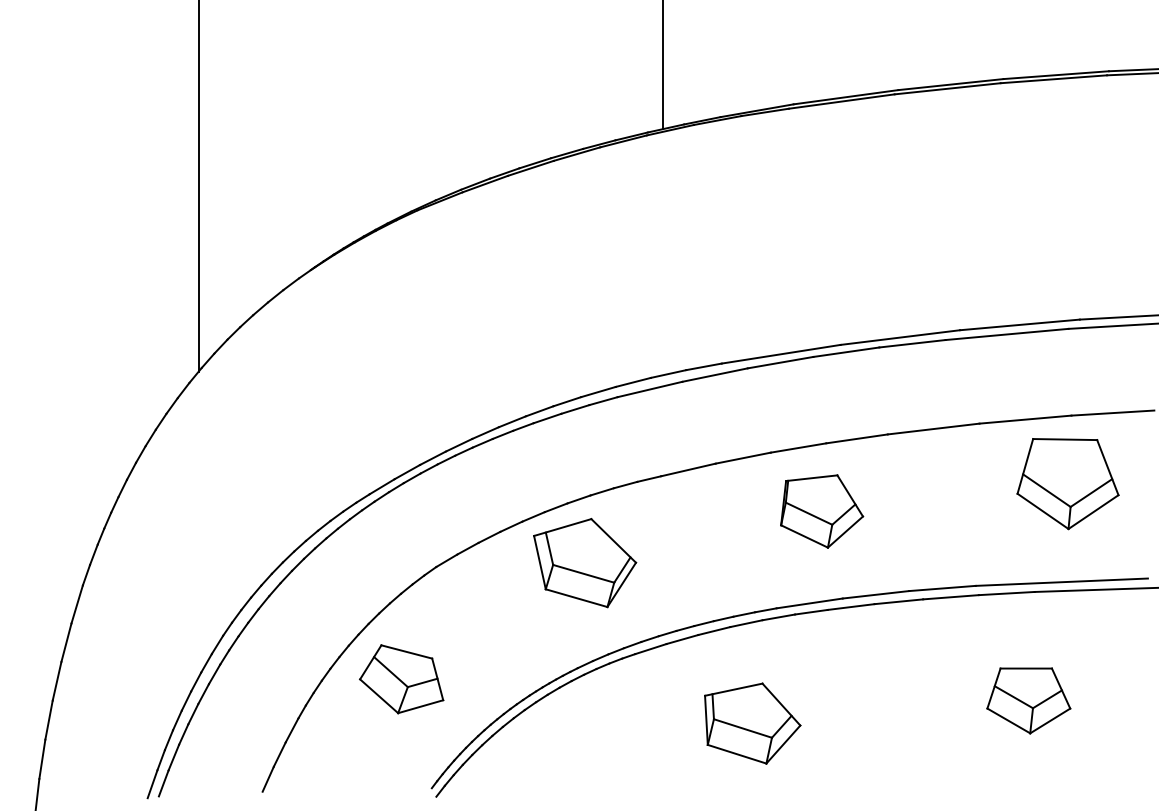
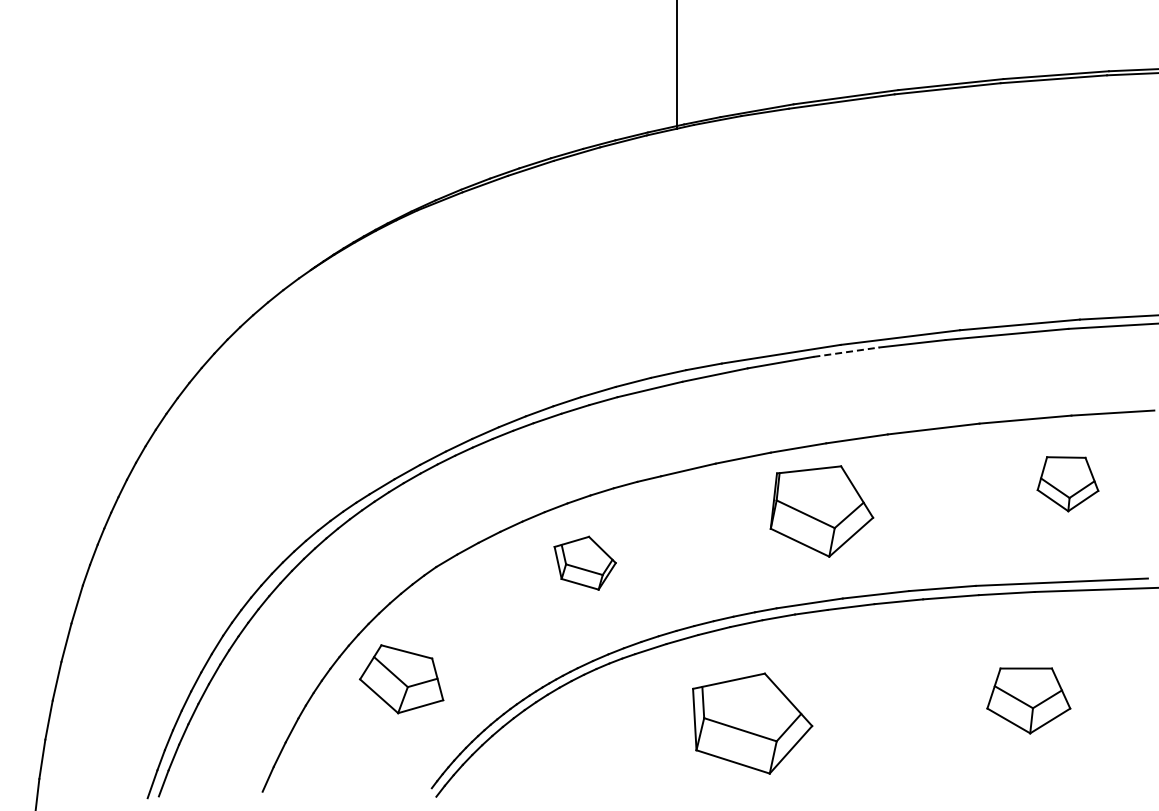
line at (663, 65) position: (663, 65) -> (677, 65)
line at (198, 186): present -> none
line at (846, 352): solid -> dashed
part at (1067, 484) size: 104x93 px -> 64x57 px
part at (822, 511) size: 85x75 px -> 106x93 px
part at (585, 563) size: 105x91 px -> 64x56 px
part at (752, 723) size: 98x83 px -> 122x103 px
